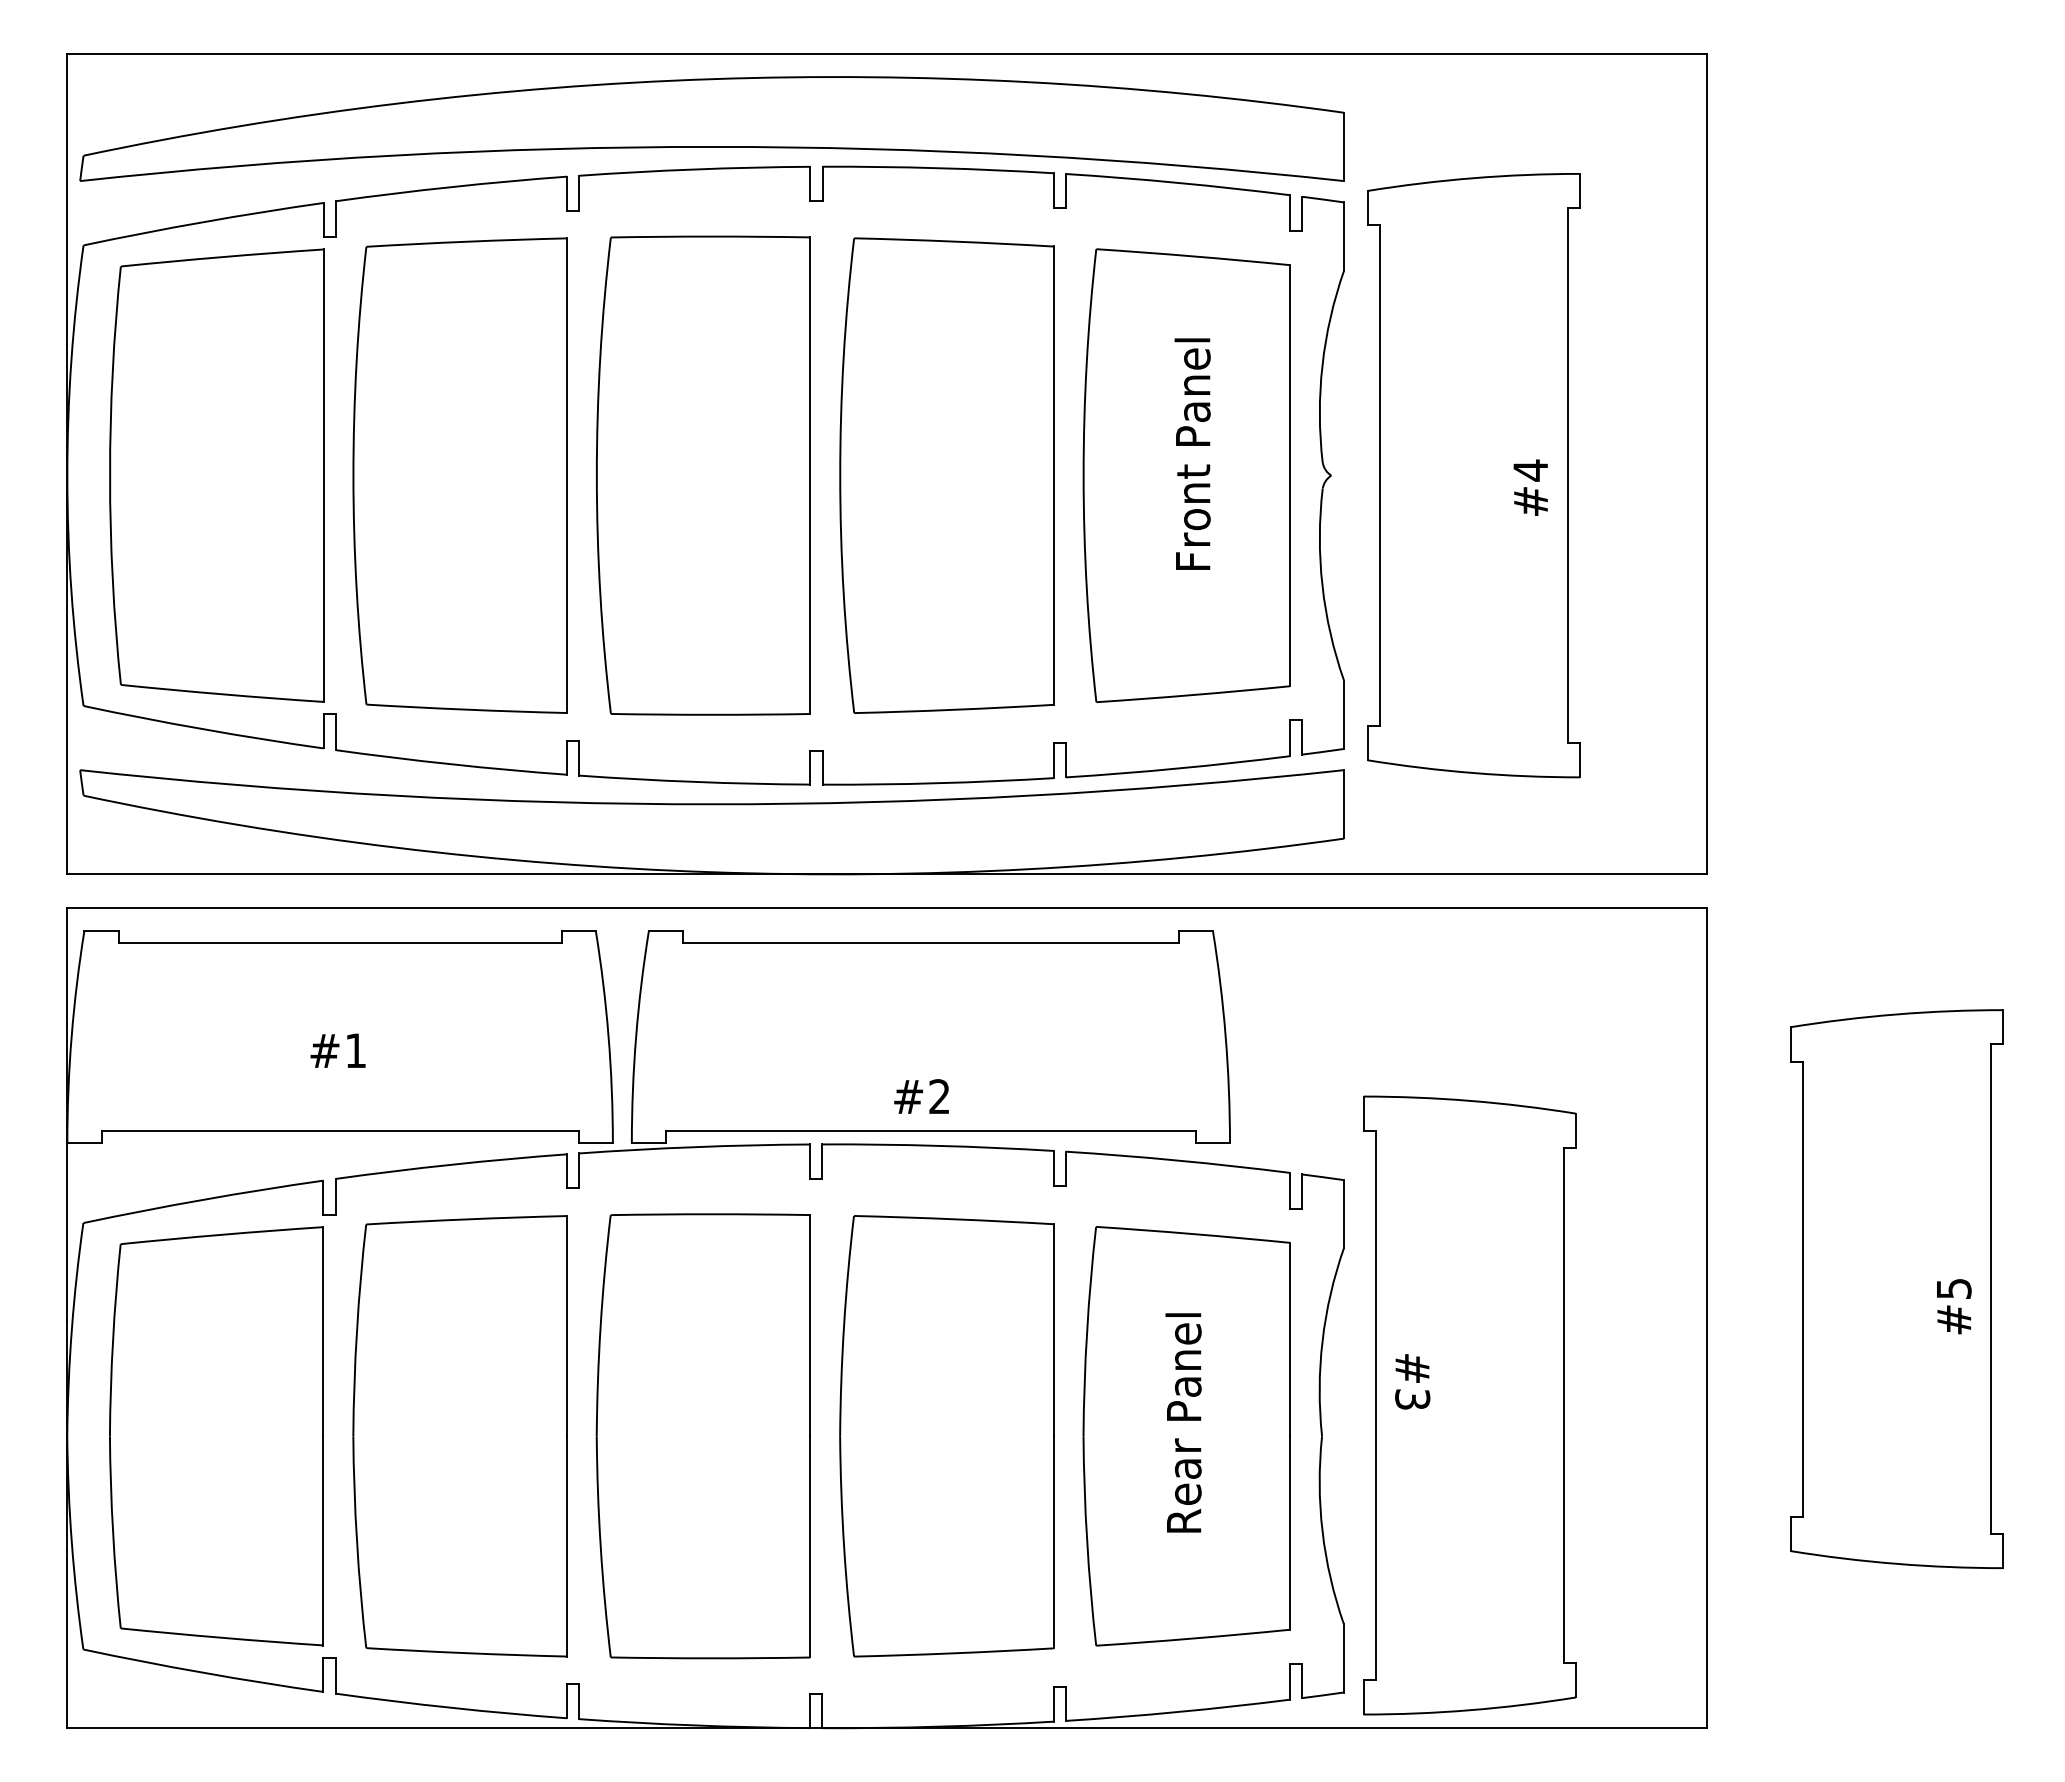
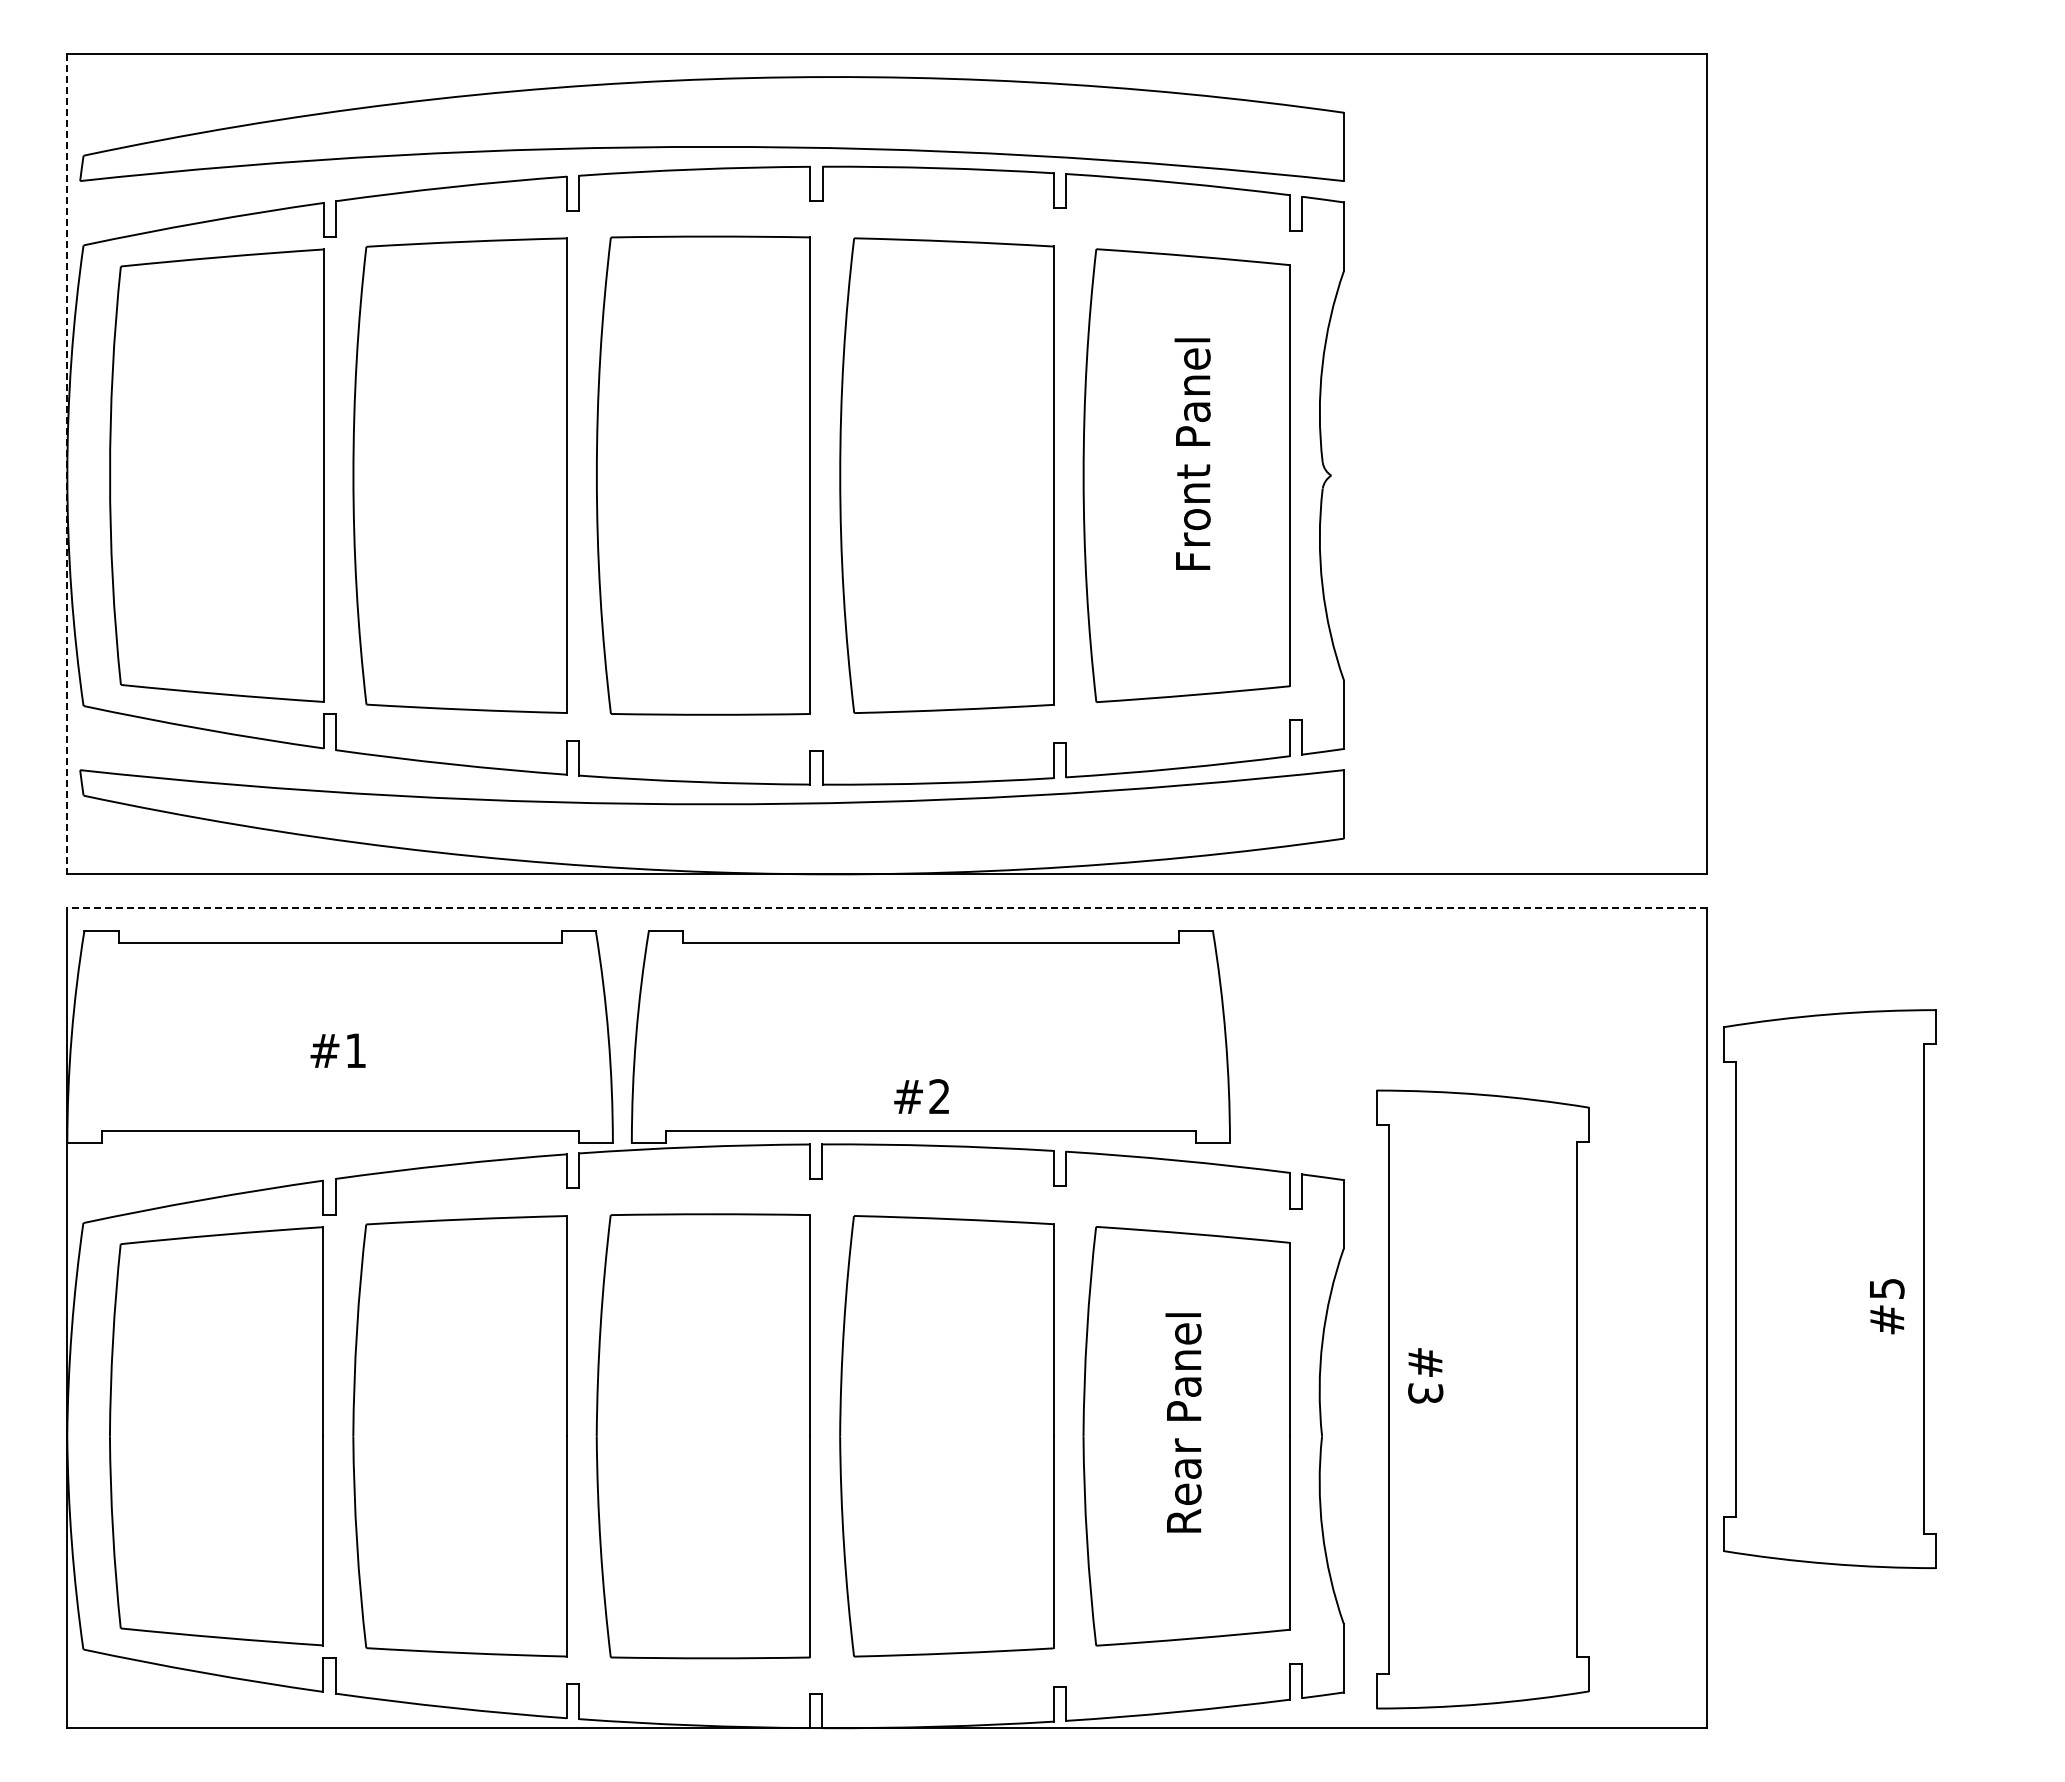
line at (67, 464): solid -> dashed
part at (1473, 475): present -> none
line at (887, 908): solid -> dashed
part at (1896, 1288) position: (1896, 1288) -> (1829, 1288)
part at (1469, 1405) position: (1469, 1405) -> (1482, 1399)
